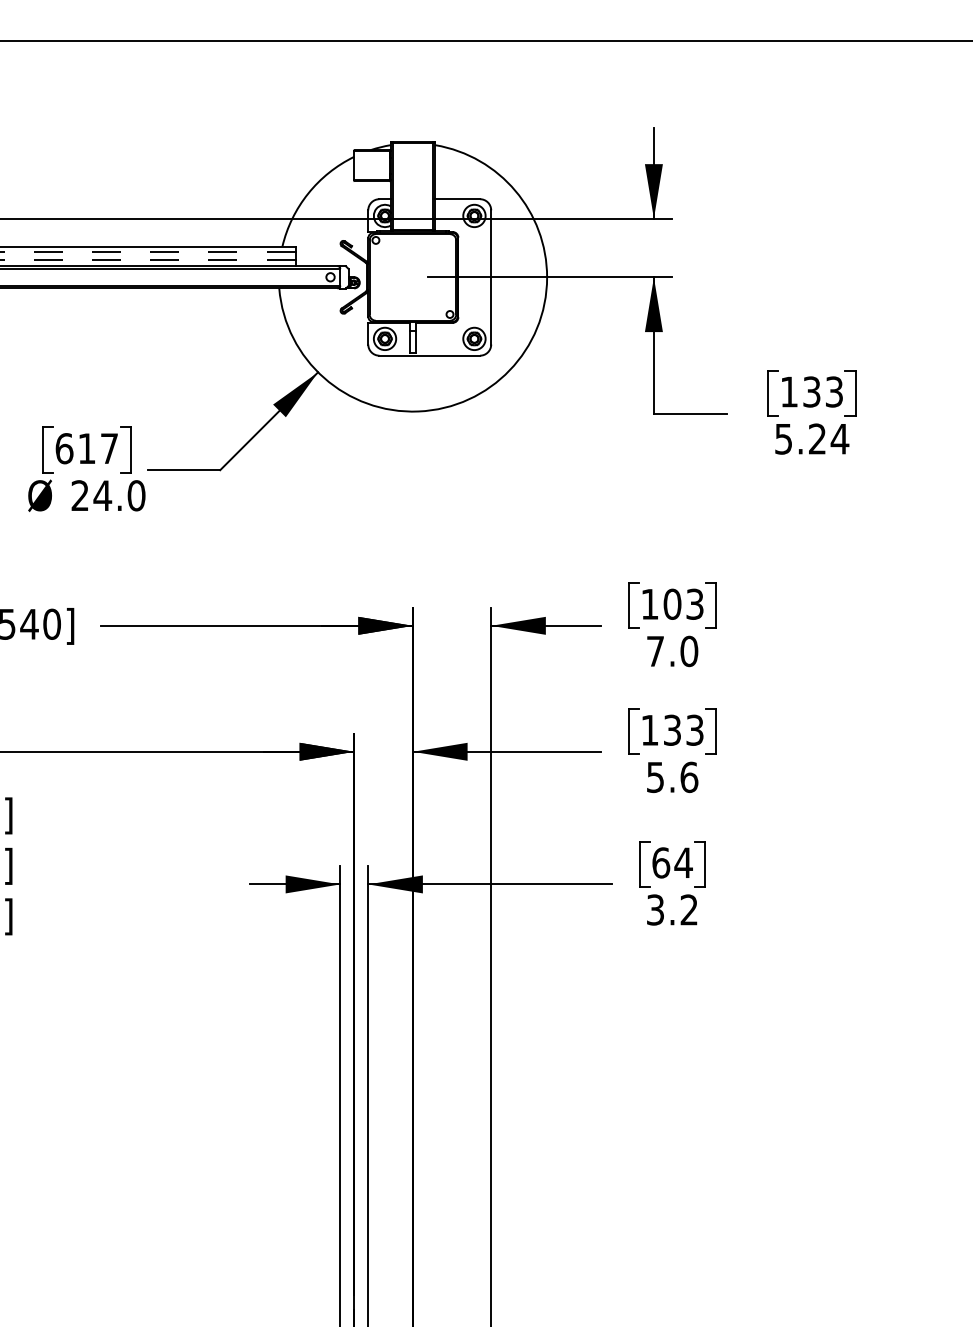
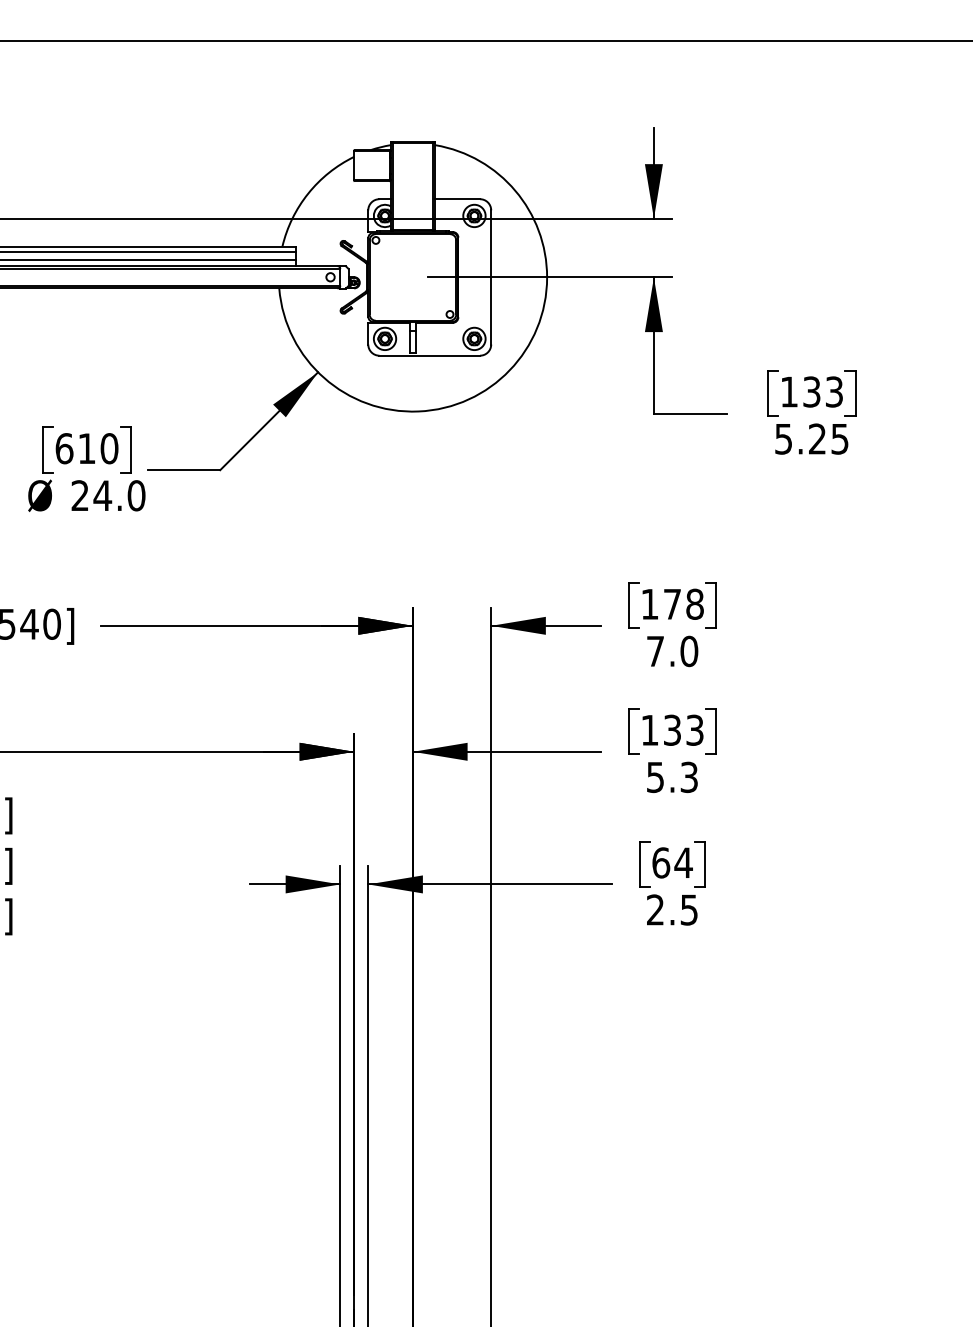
line at (147, 252): dashed -> solid
line at (147, 259): dashed -> solid
text at (839, 439): 5.24 -> 5.25
text at (109, 448): 617 -> 610
text at (683, 603): 103 -> 178
text at (689, 777): 5.6 -> 5.3
text at (672, 909): 3.2 -> 2.5
